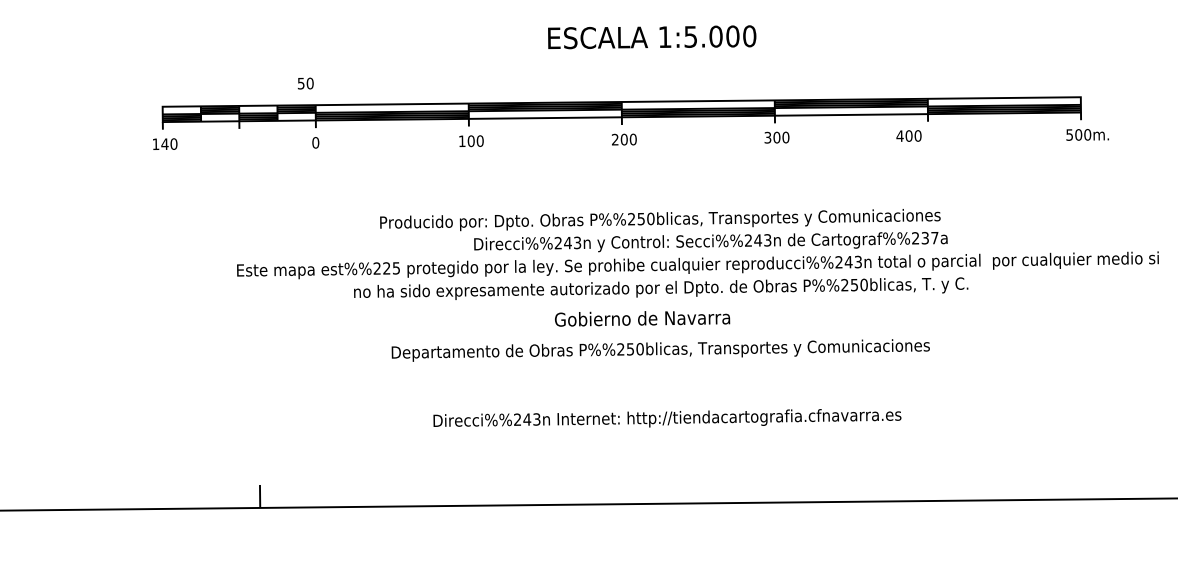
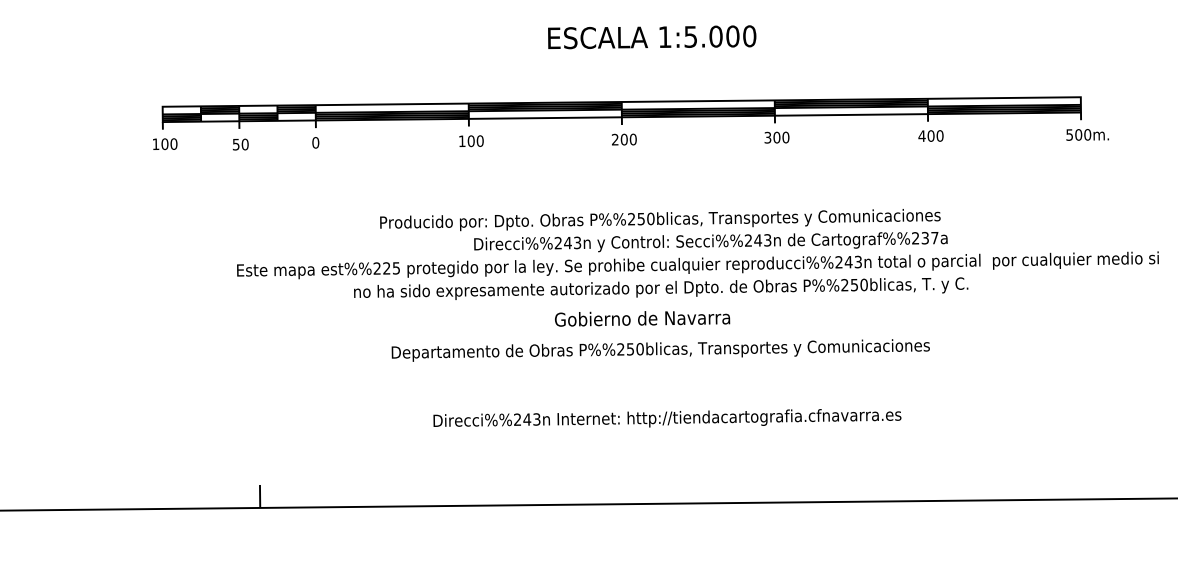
text at (305, 83) position: (305, 83) -> (240, 144)
text at (908, 135) position: (908, 135) -> (930, 135)
text at (164, 144): 140 -> 100
